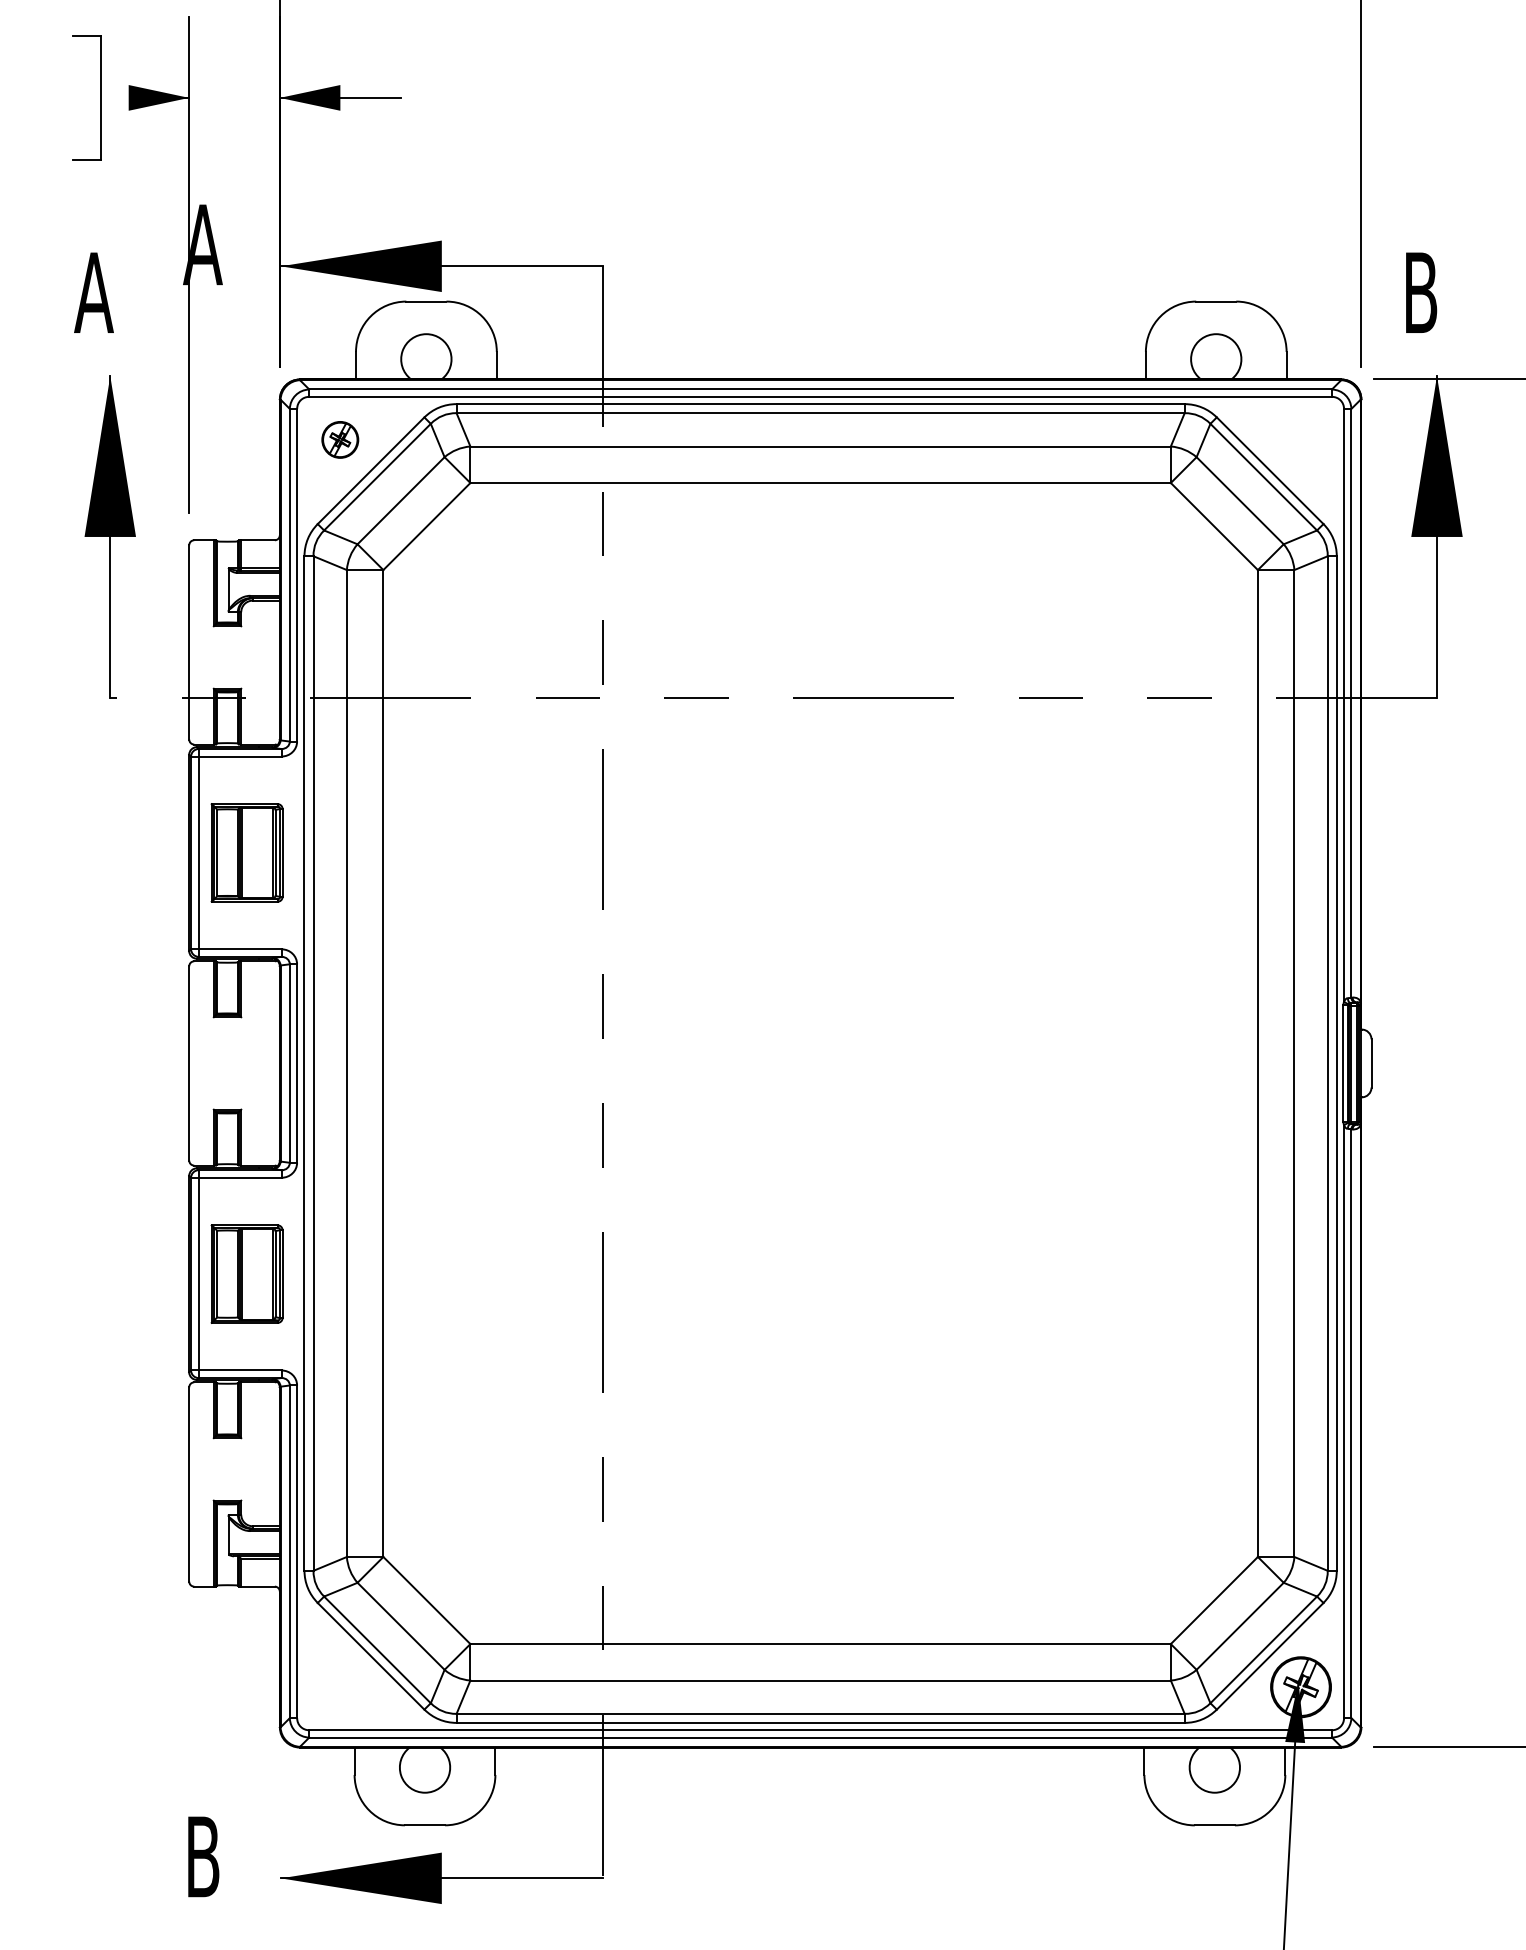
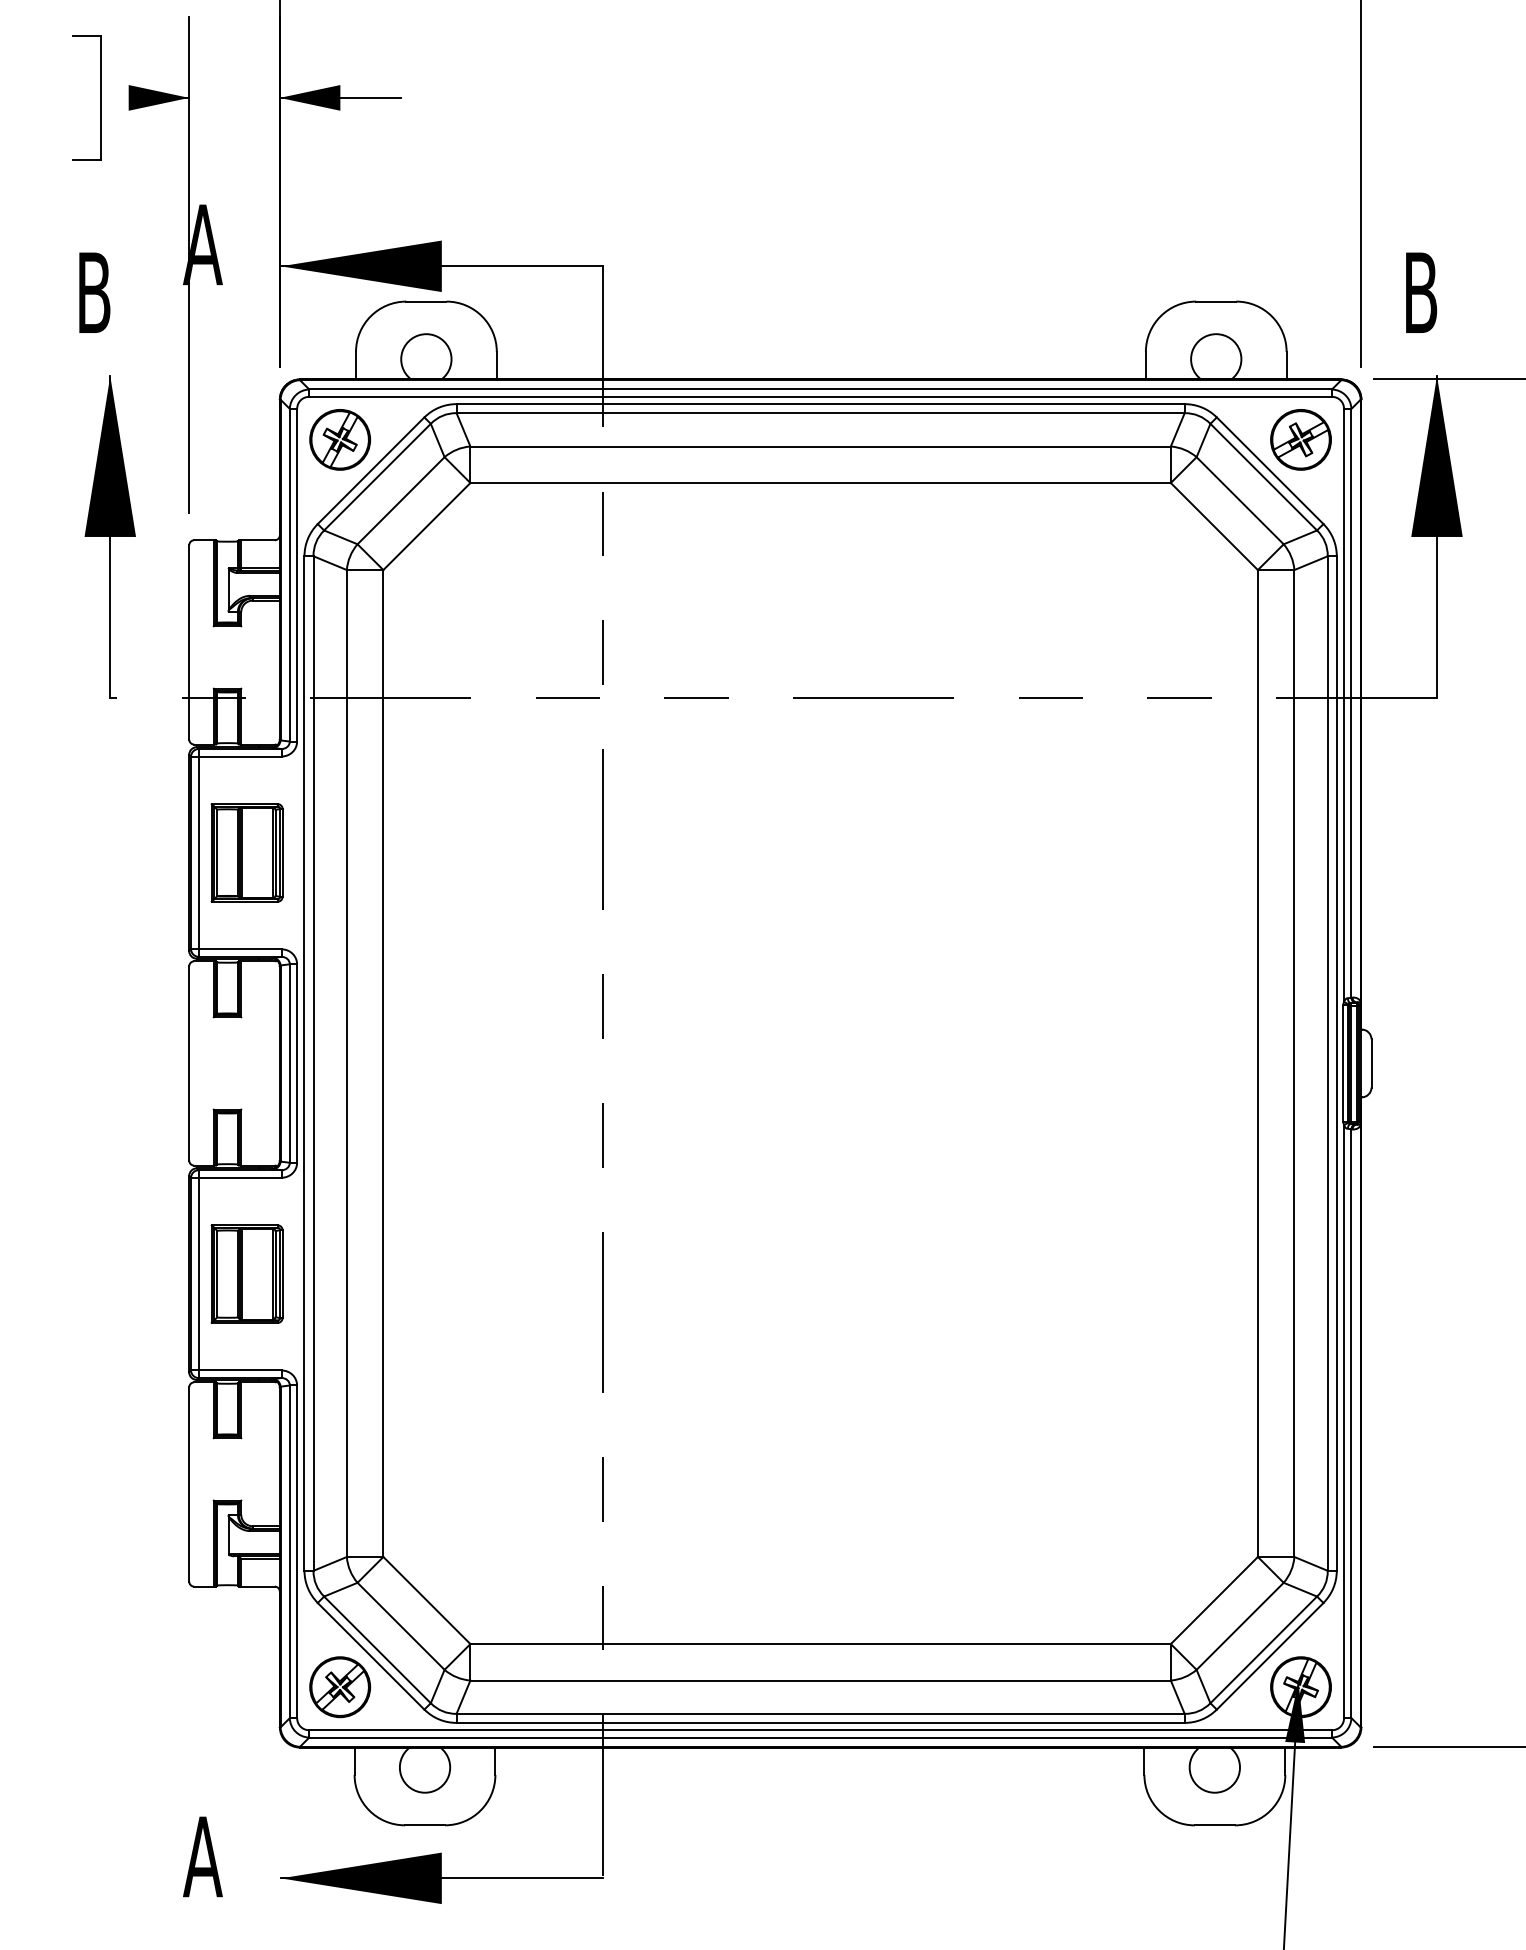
text at (93, 292): A -> B
part at (340, 439) size: 39x38 px -> 63x62 px
part at (1300, 439): none -> present
part at (340, 1687): none -> present
text at (202, 1856): B -> A
